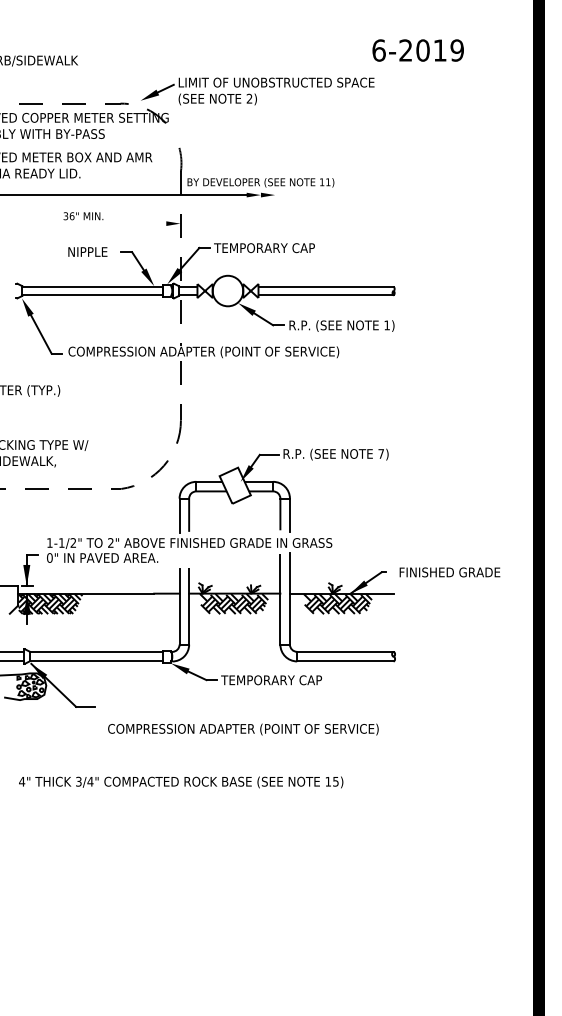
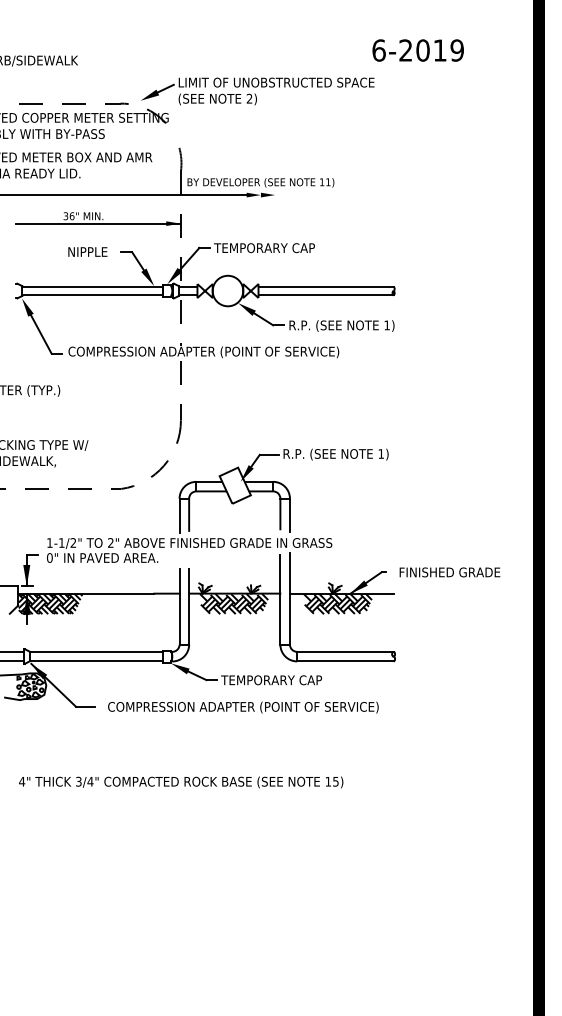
line at (98, 223): none -> present
text at (380, 453): 7) -> 1)
text at (243, 729) position: (243, 729) -> (243, 707)
